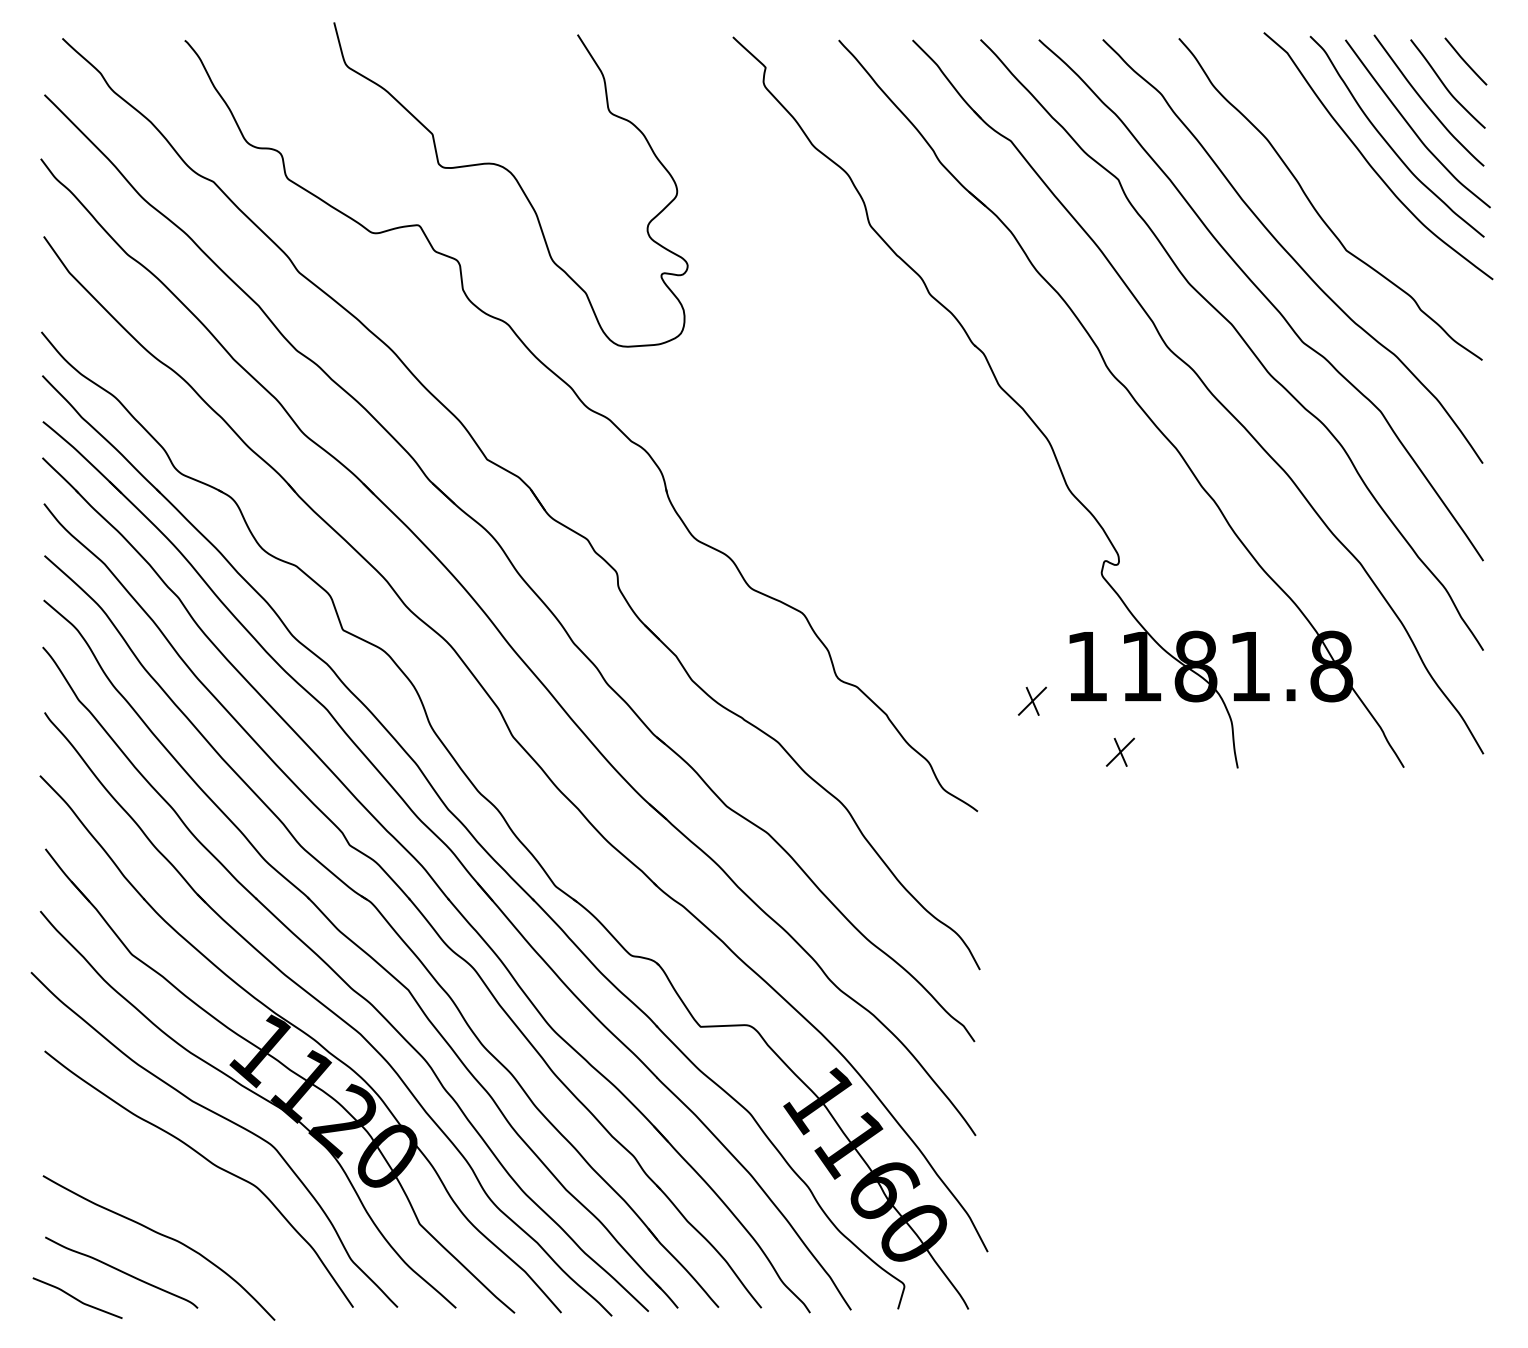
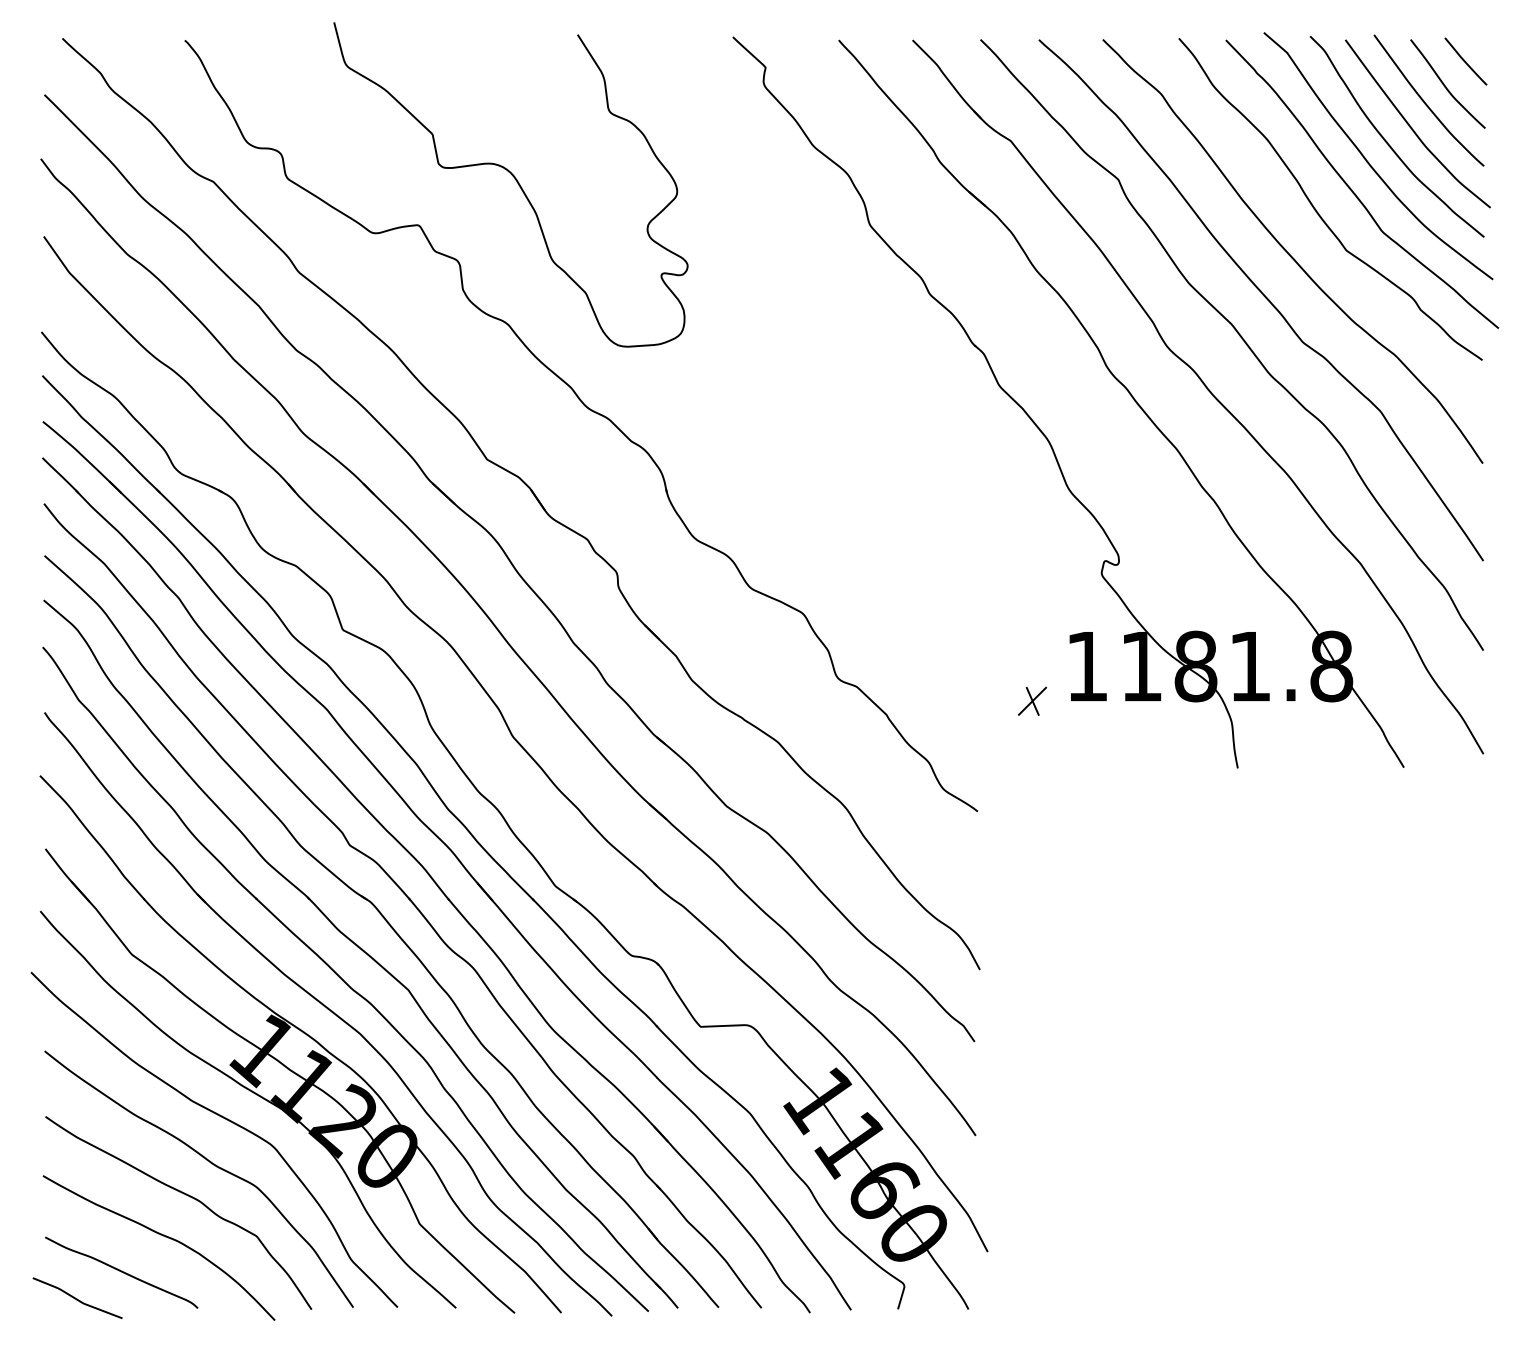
curve at (1352, 189): none -> present
part at (1119, 751): present -> none
curve at (187, 1196): none -> present
